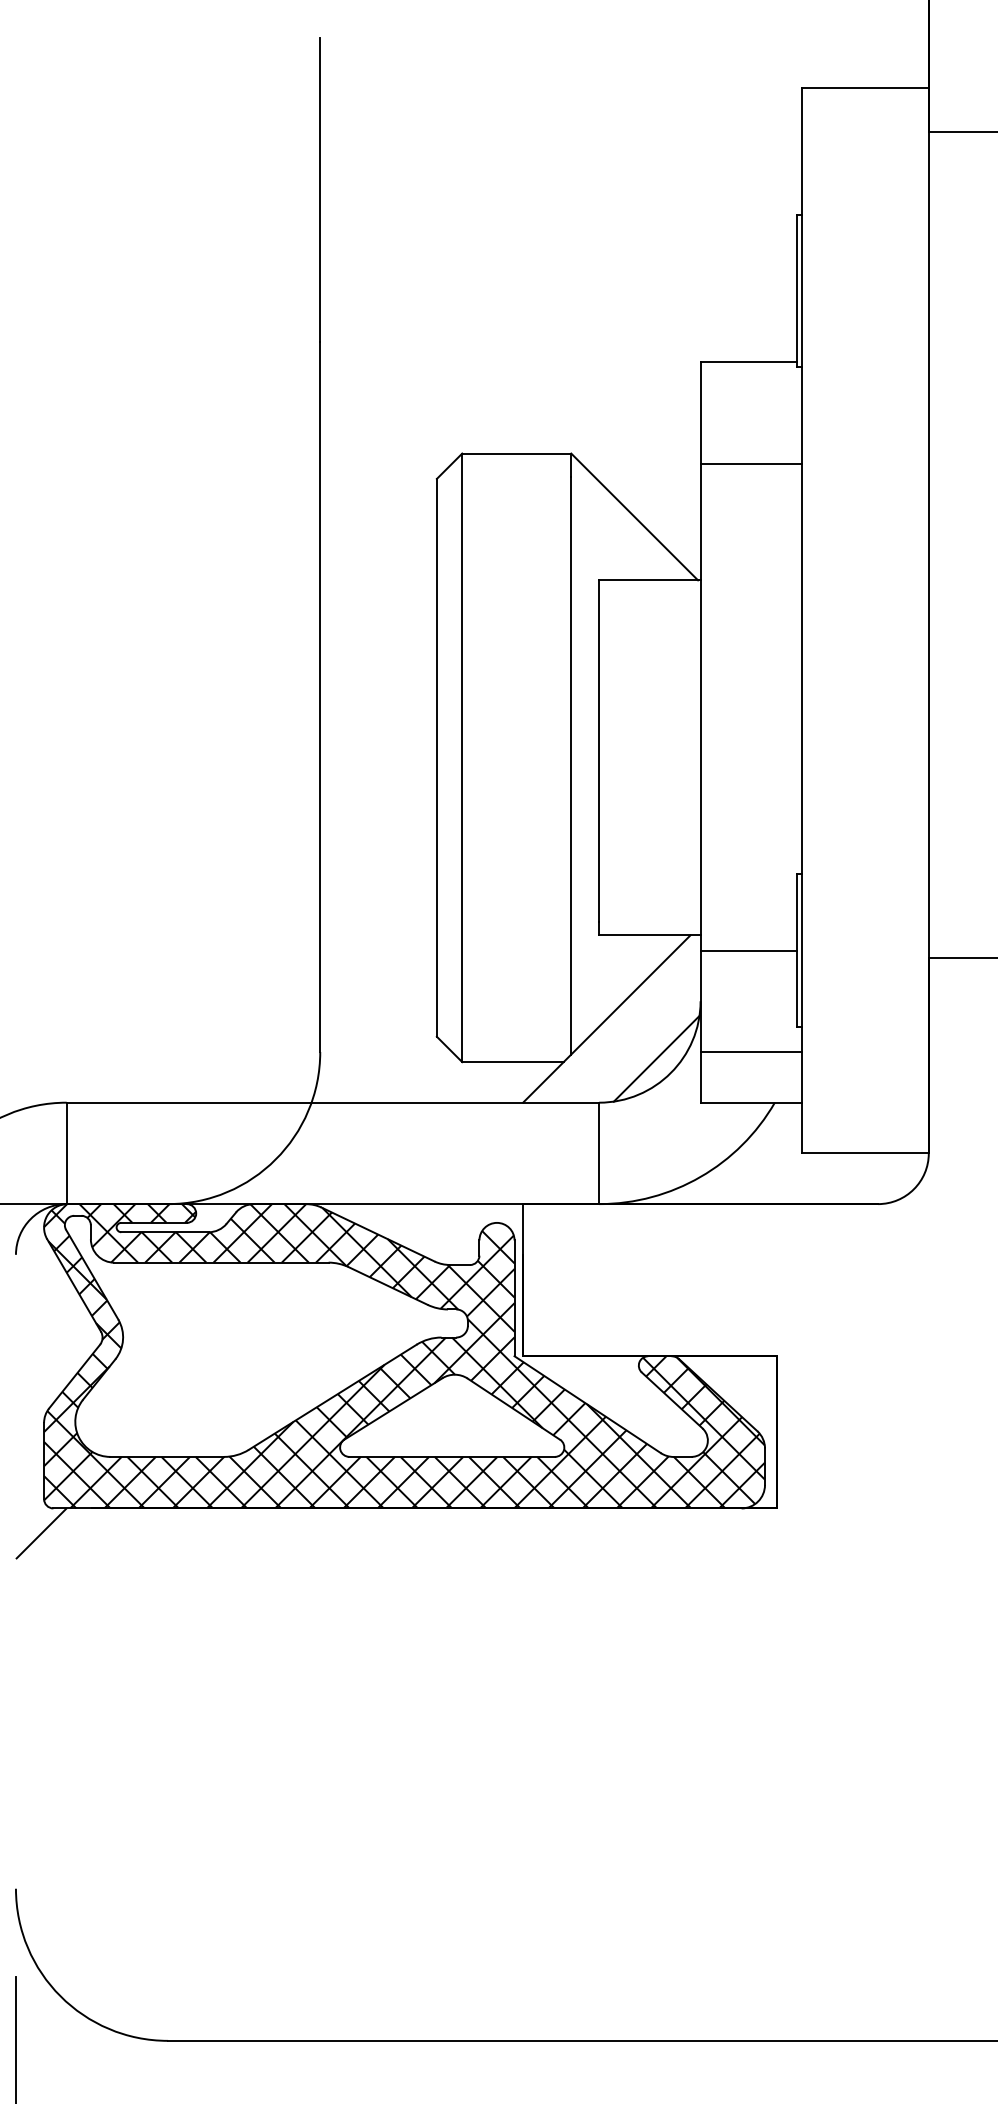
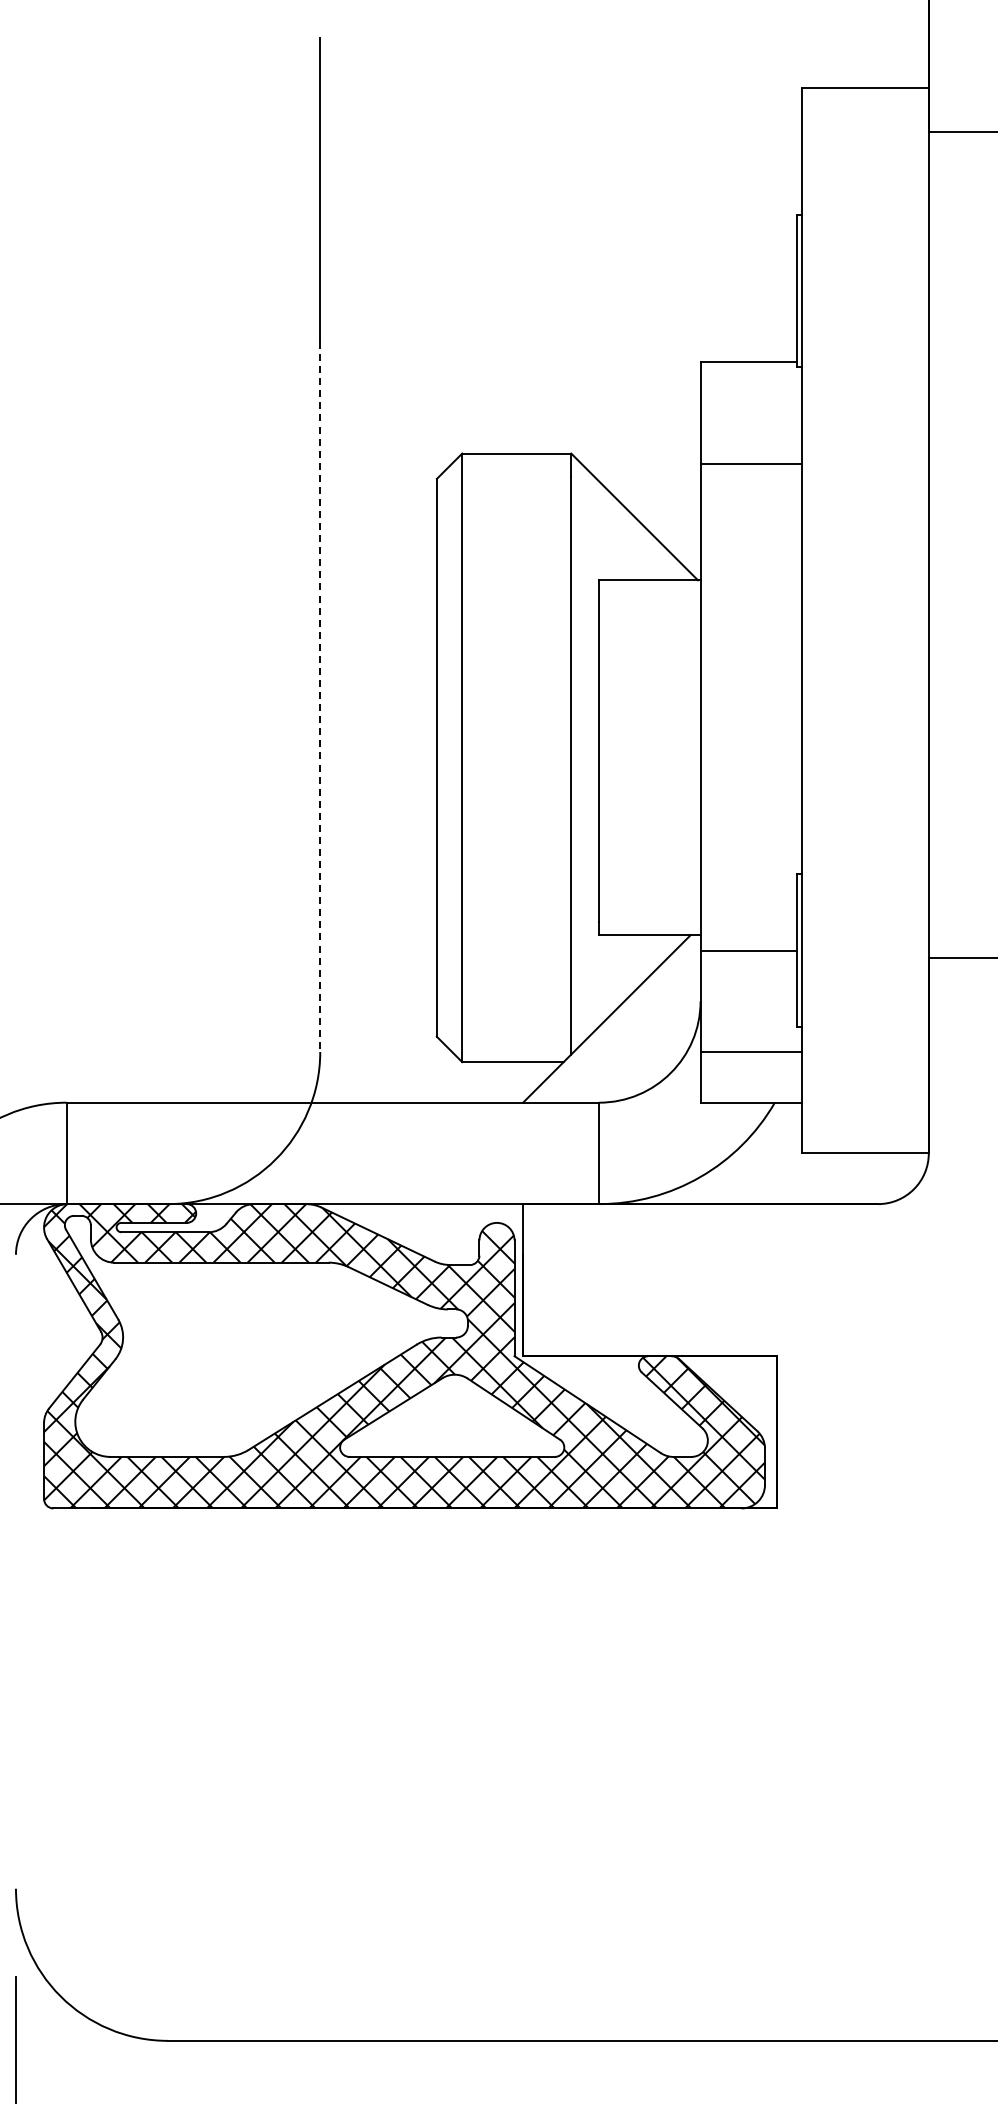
line at (320, 697): solid -> dashed
line at (656, 1058): present -> none
line at (40, 1533): present -> none
